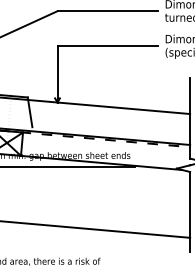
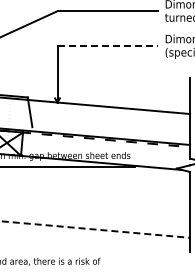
line at (108, 45): solid -> dashed
line at (95, 229): solid -> dashed
